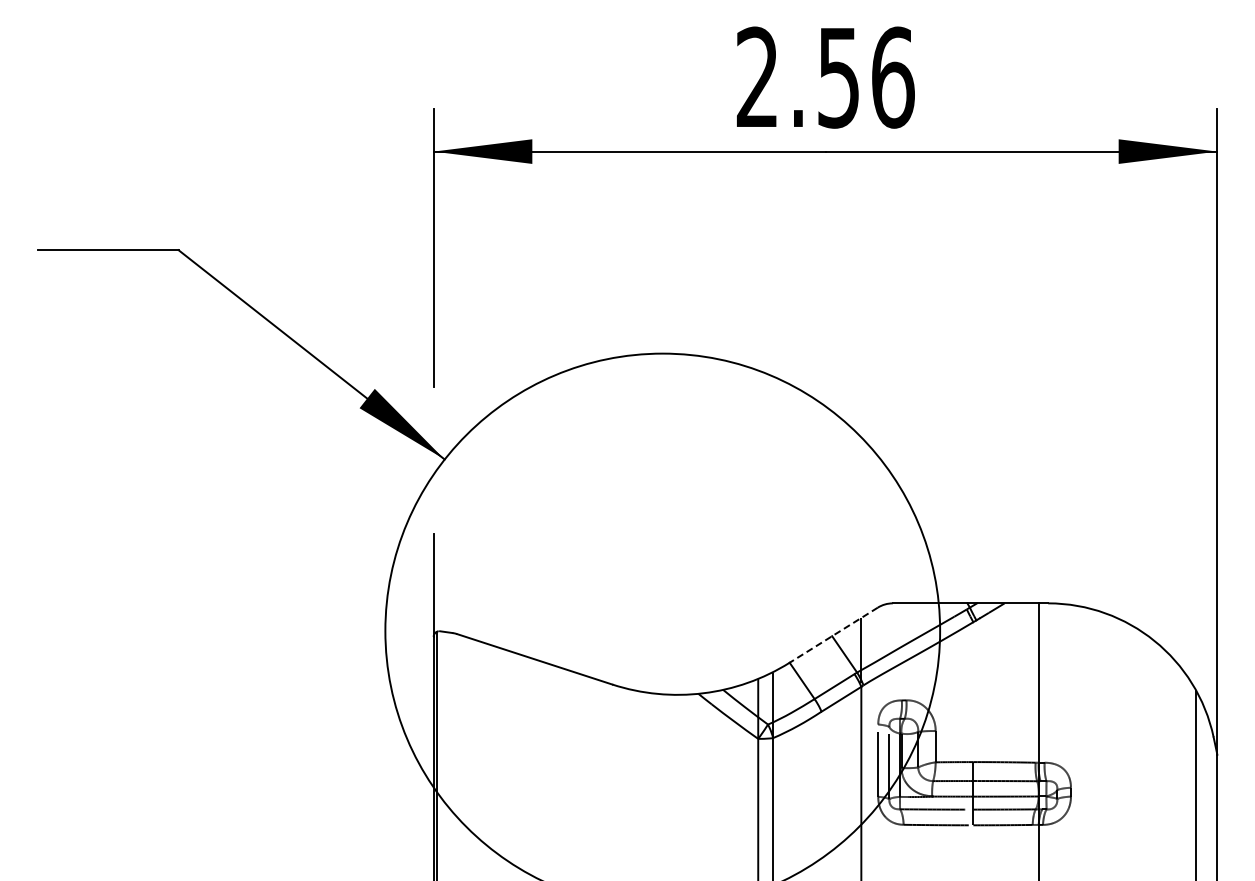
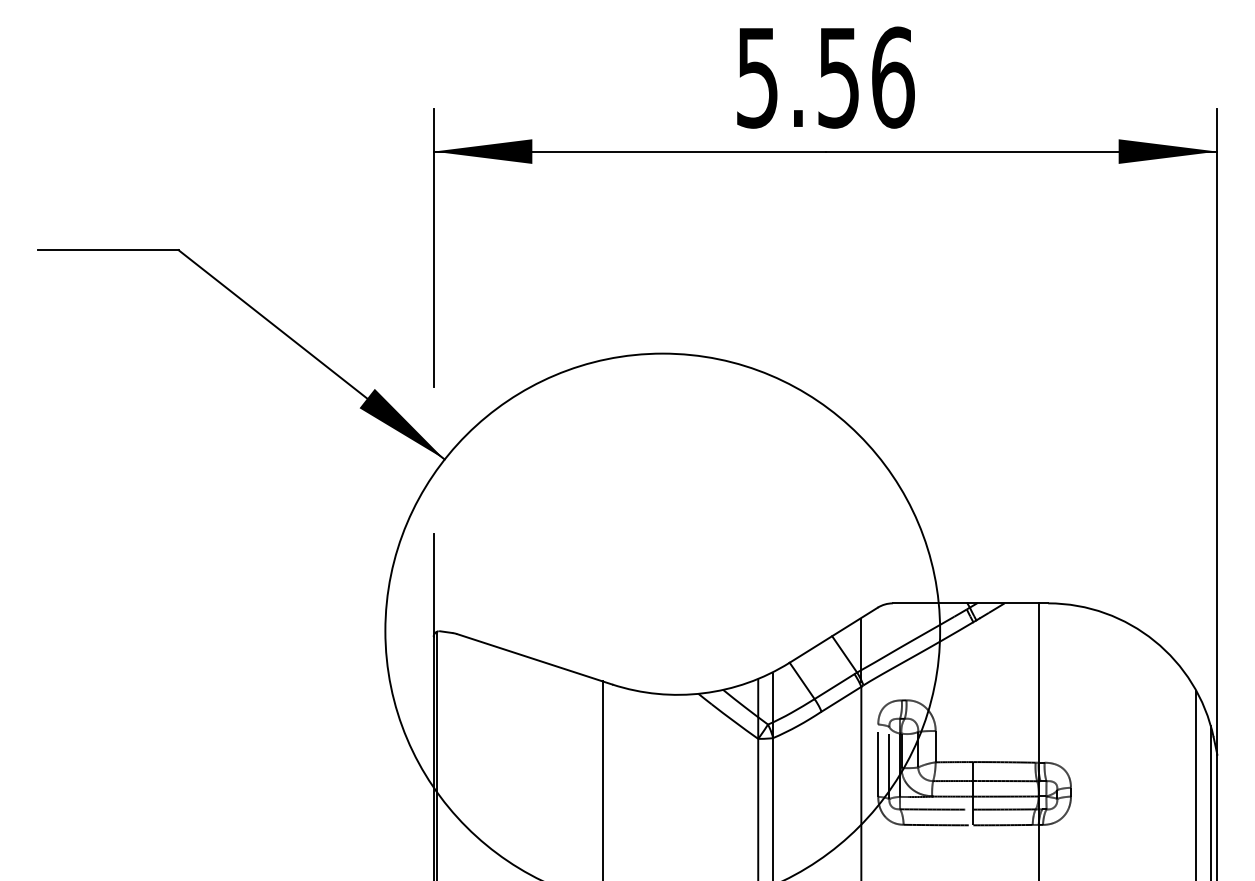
text at (757, 77): 2.56 -> 5.56
line at (833, 635): dashed -> solid
line at (602, 779): none -> present
line at (1210, 801): none -> present
